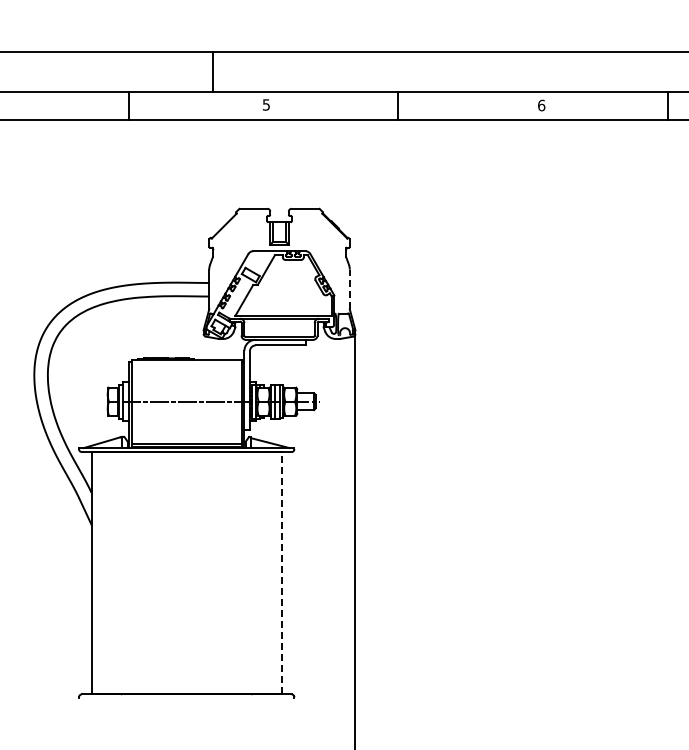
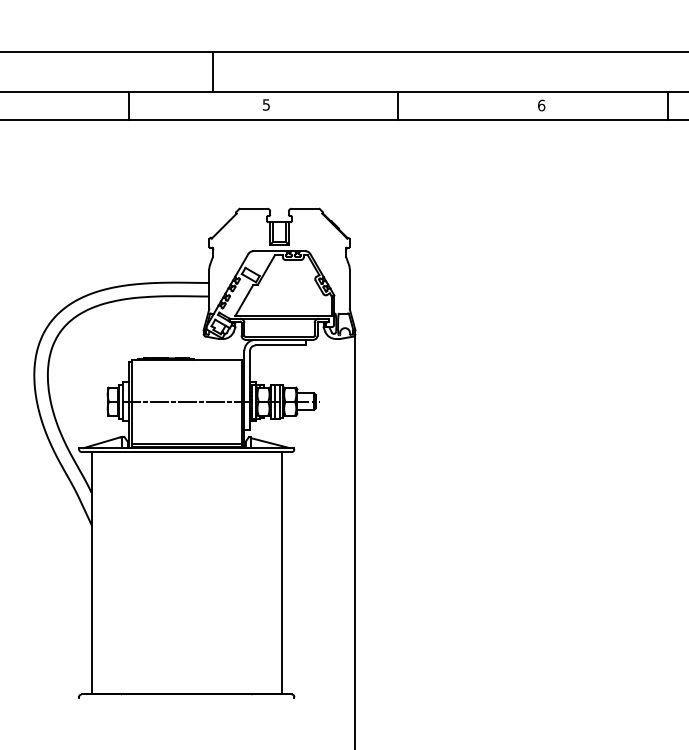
line at (349, 289): dashed -> solid
line at (281, 573): dashed -> solid
